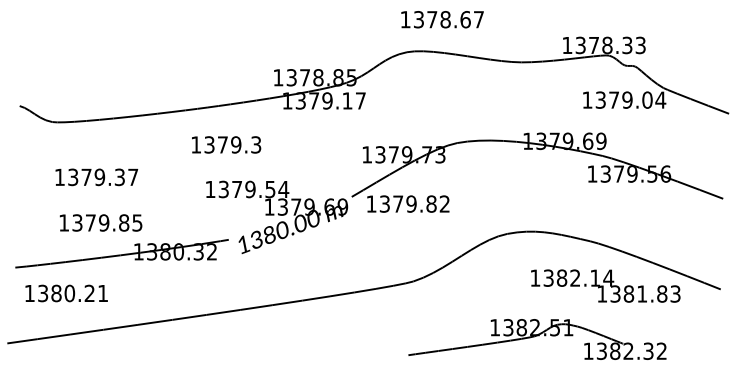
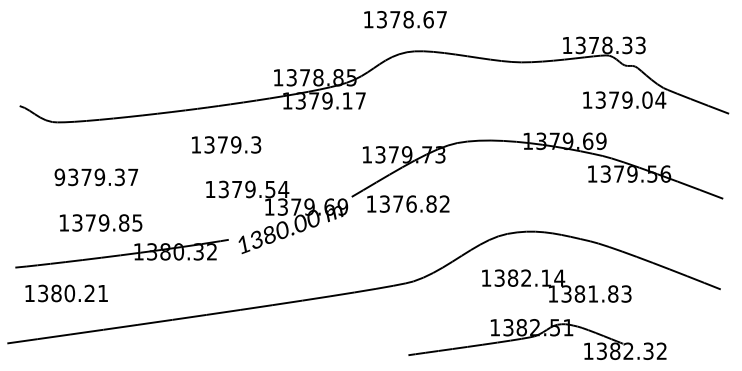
text at (442, 19) position: (442, 19) -> (405, 19)
text at (59, 177): 1379.37 -> 9379.37
text at (411, 203): 1379.82 -> 1376.82
text at (605, 285) position: (605, 285) -> (556, 285)
